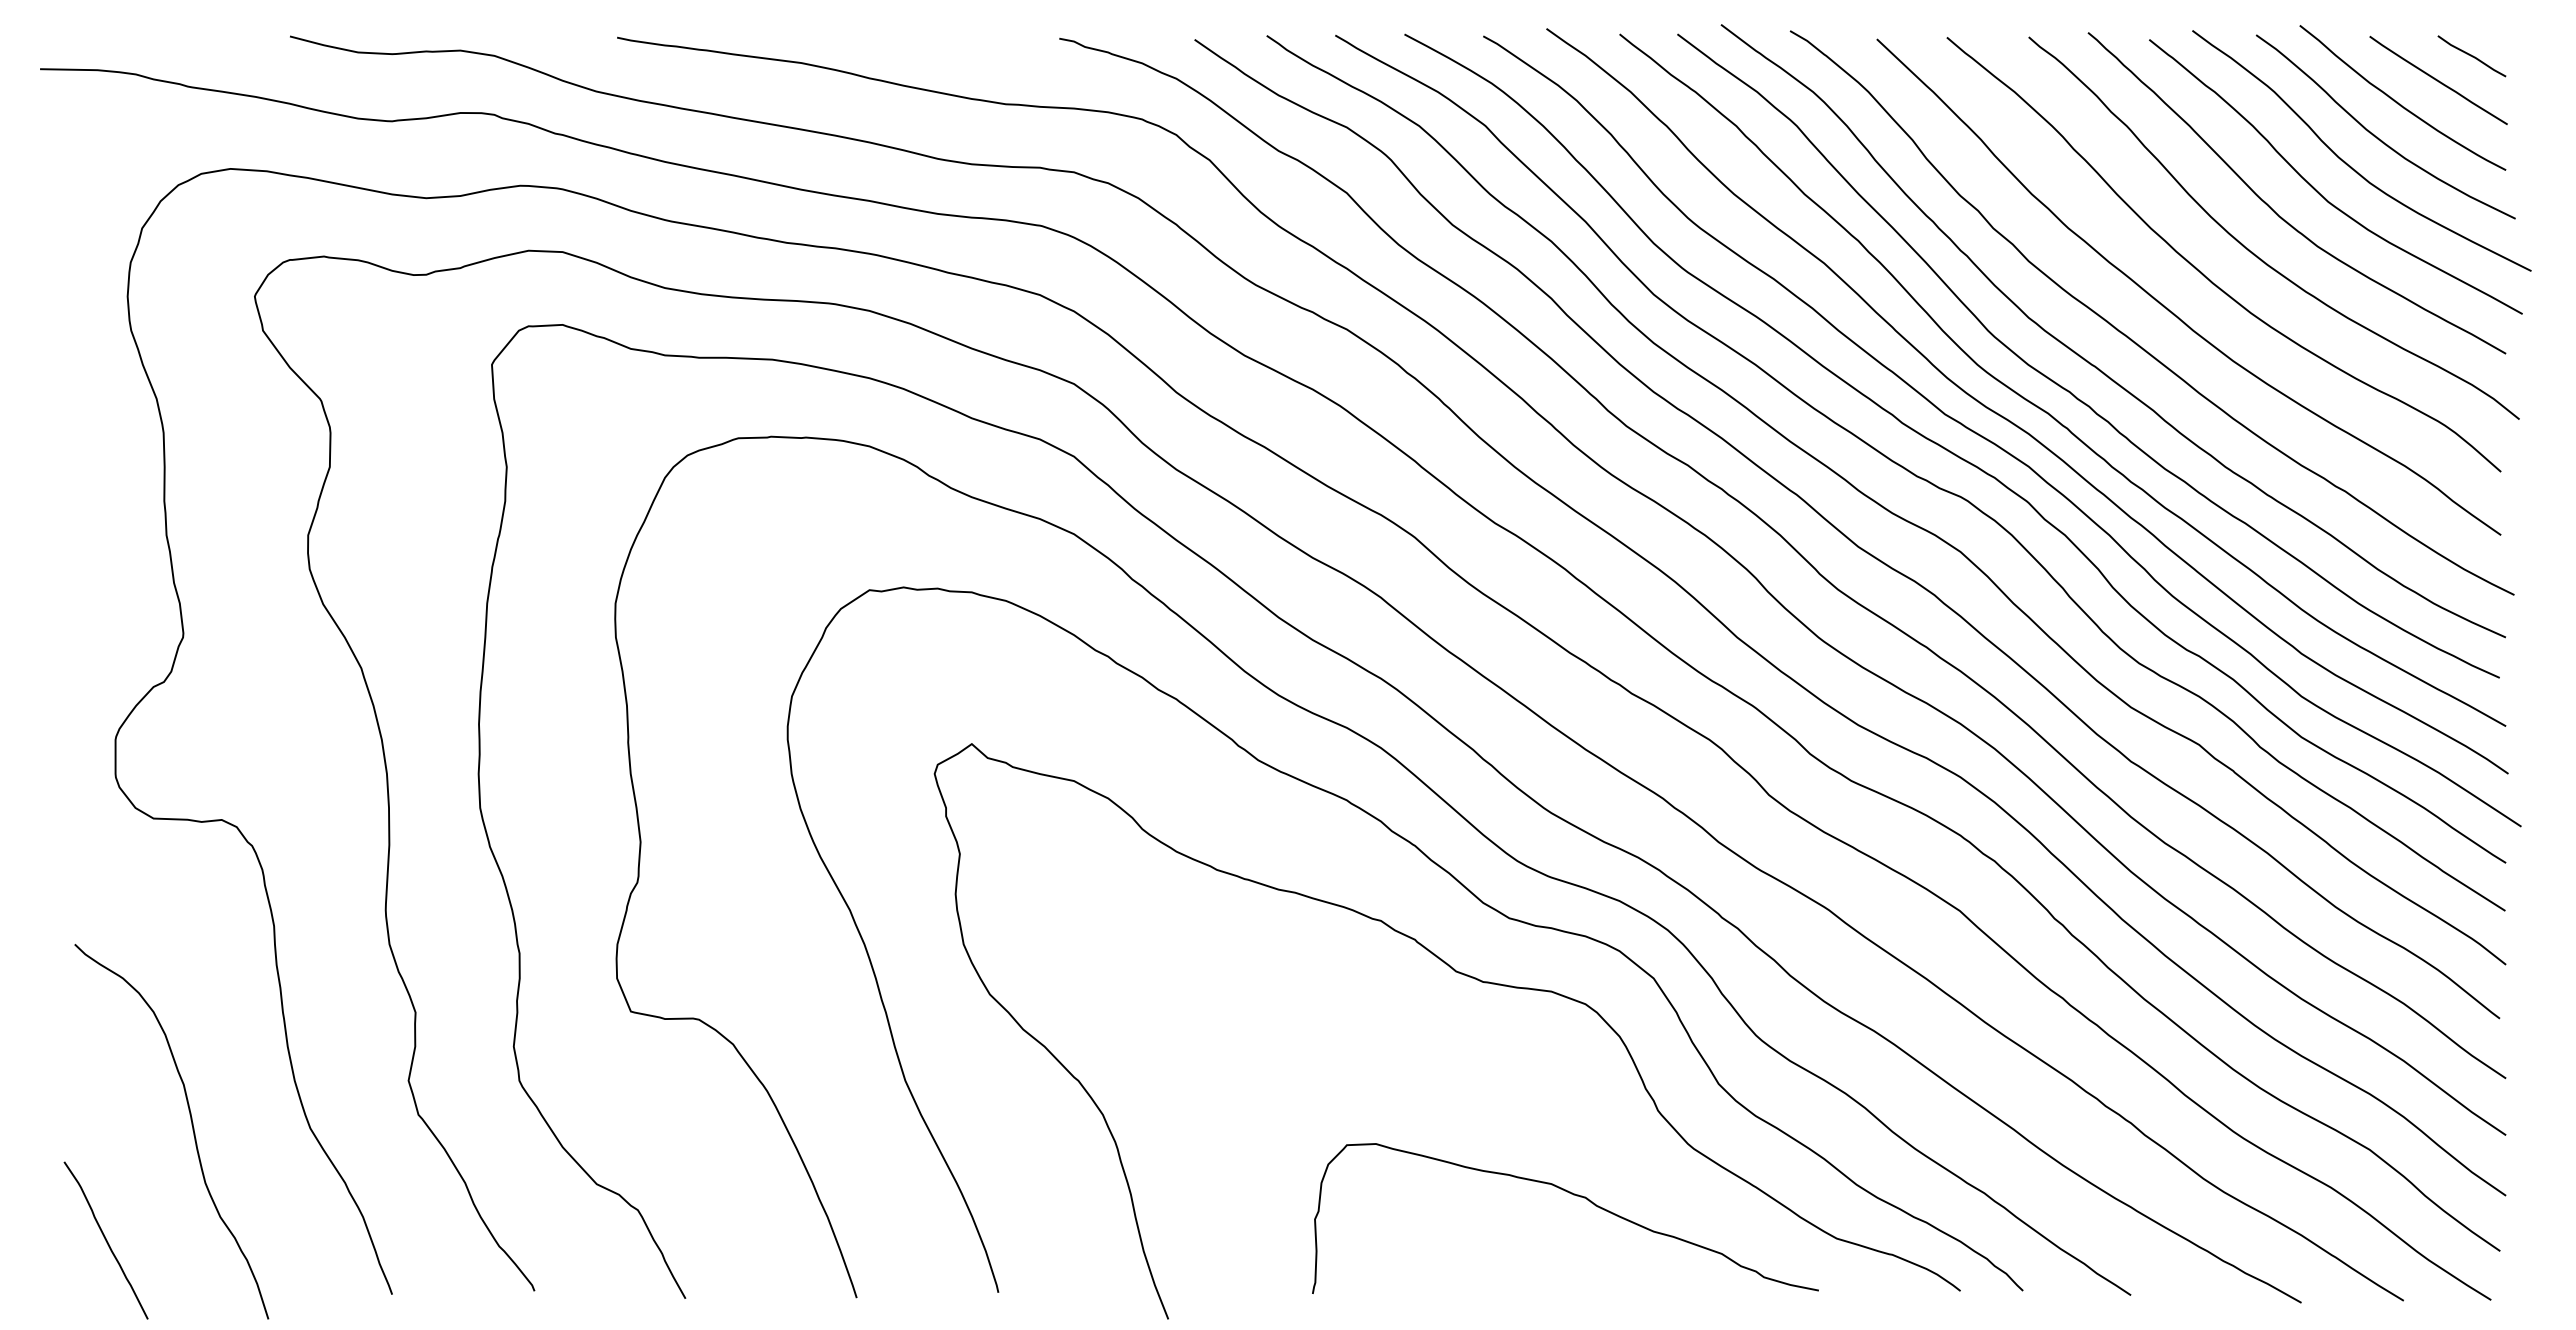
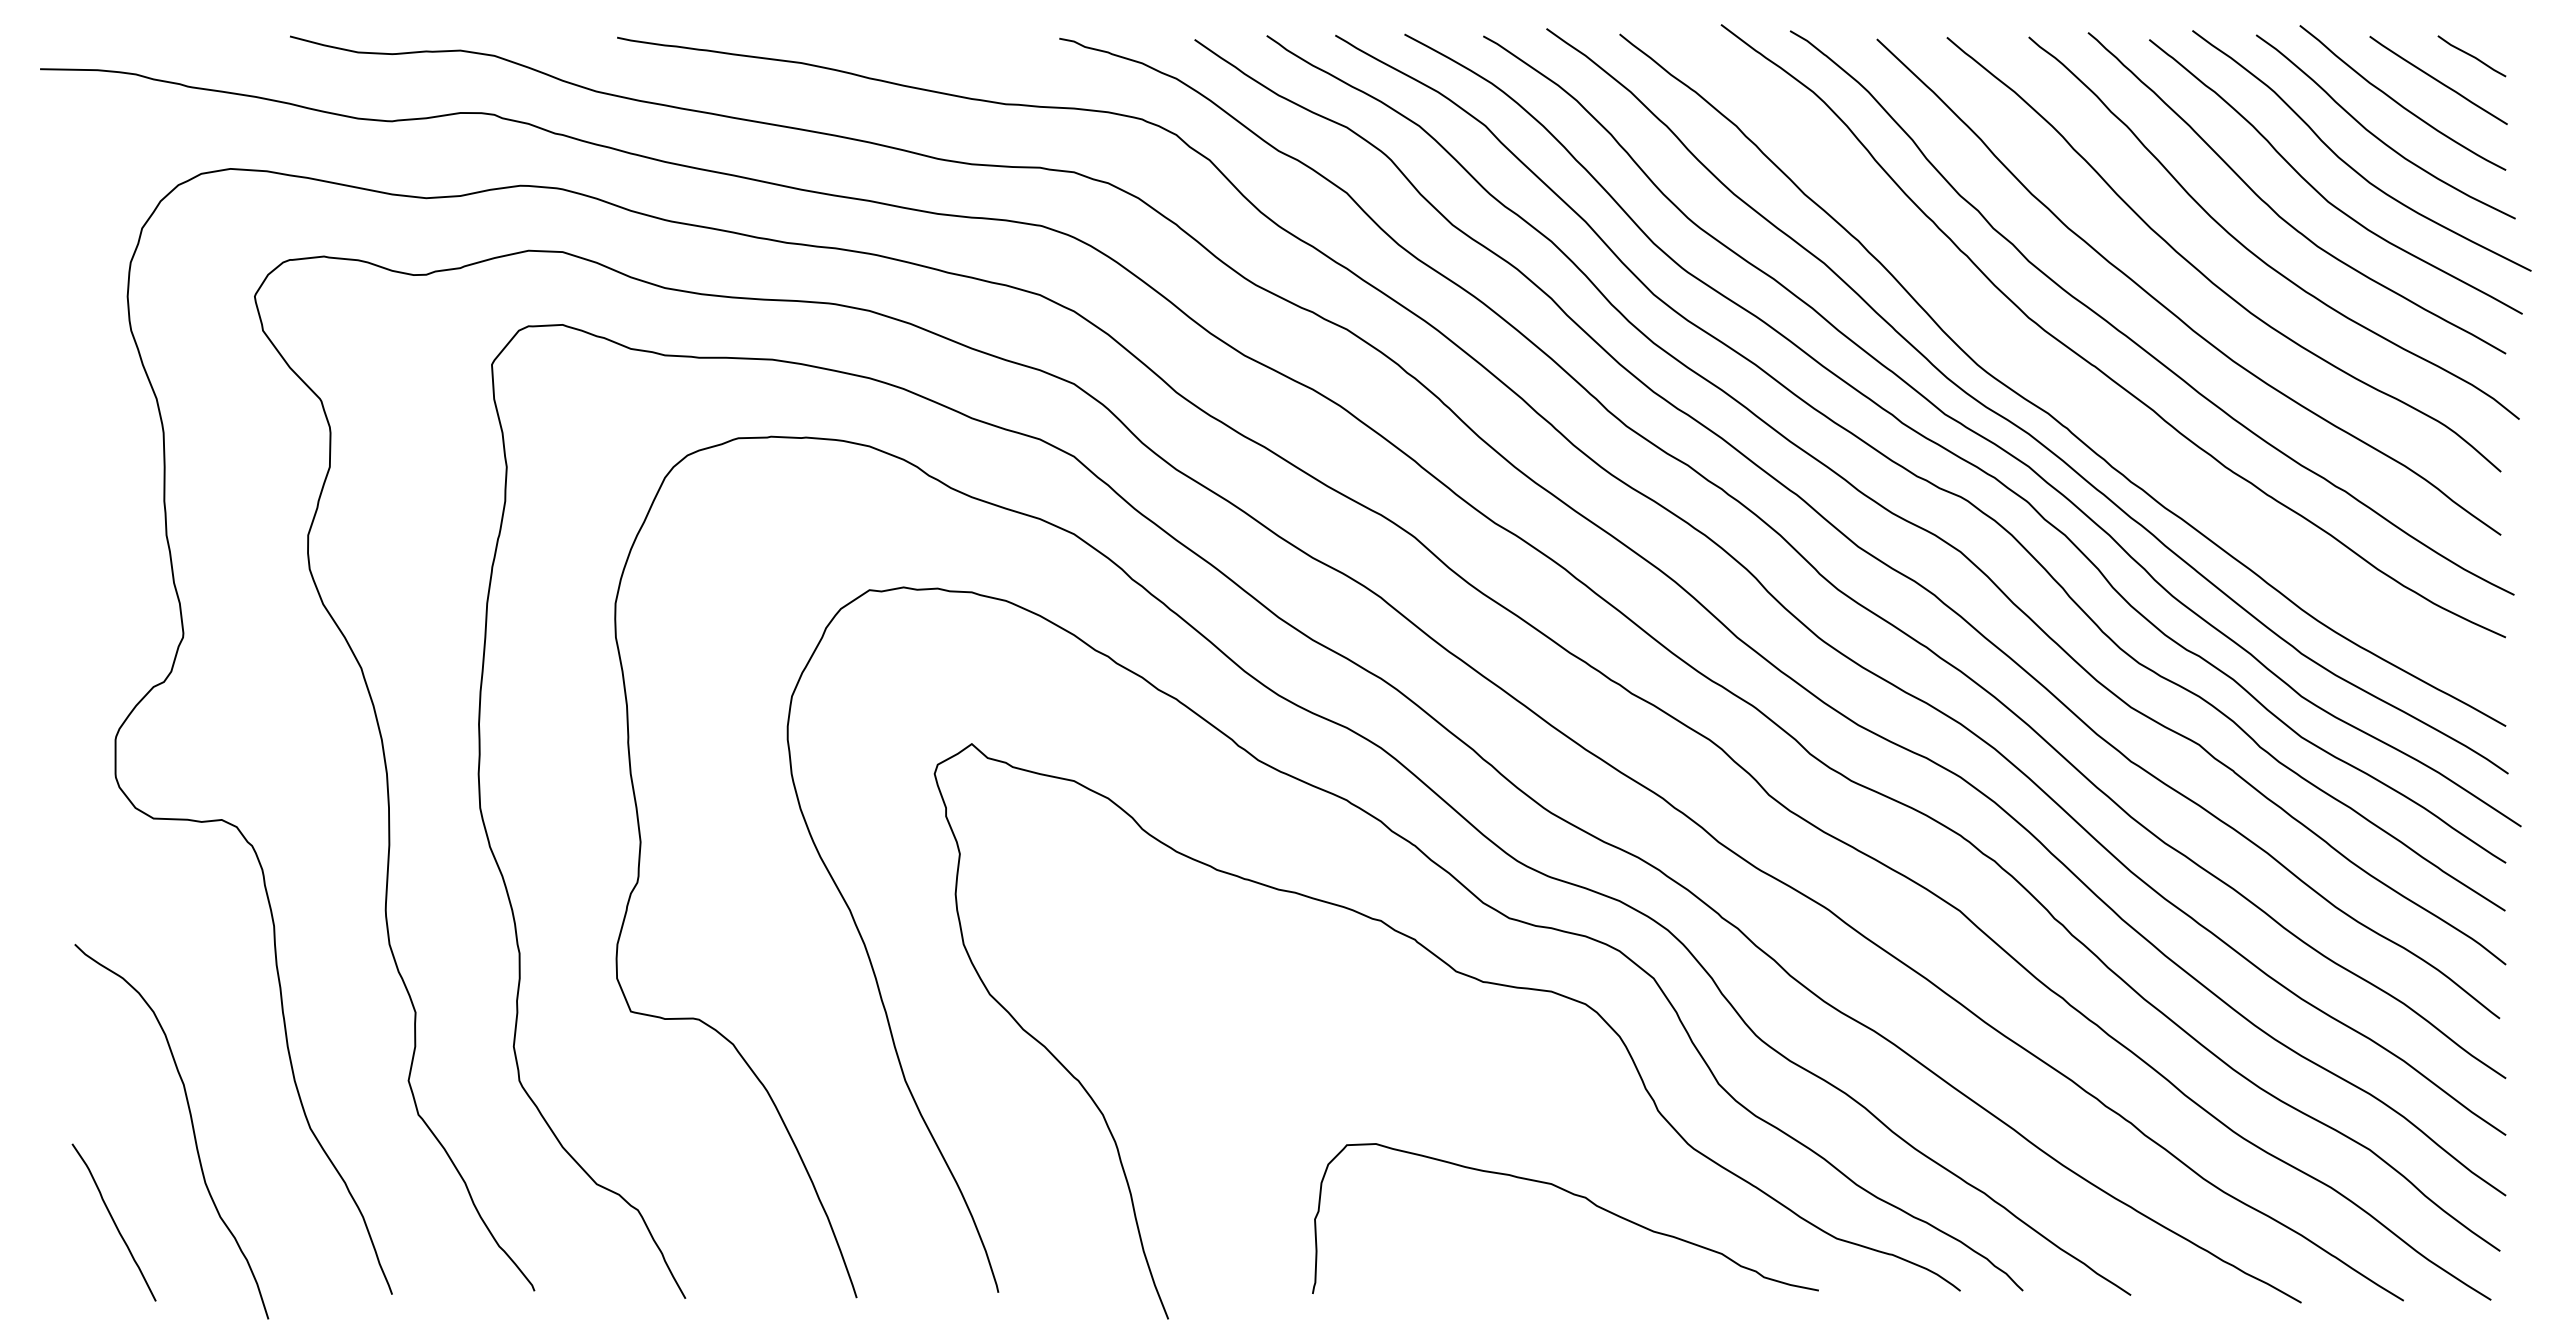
curve at (2069, 390): present -> none
curve at (105, 1240) position: (105, 1240) -> (113, 1222)
